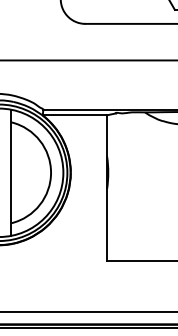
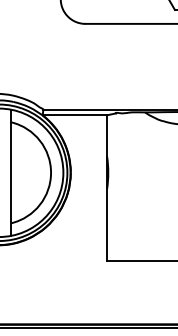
line at (88, 60): present -> none
line at (88, 311): present -> none
